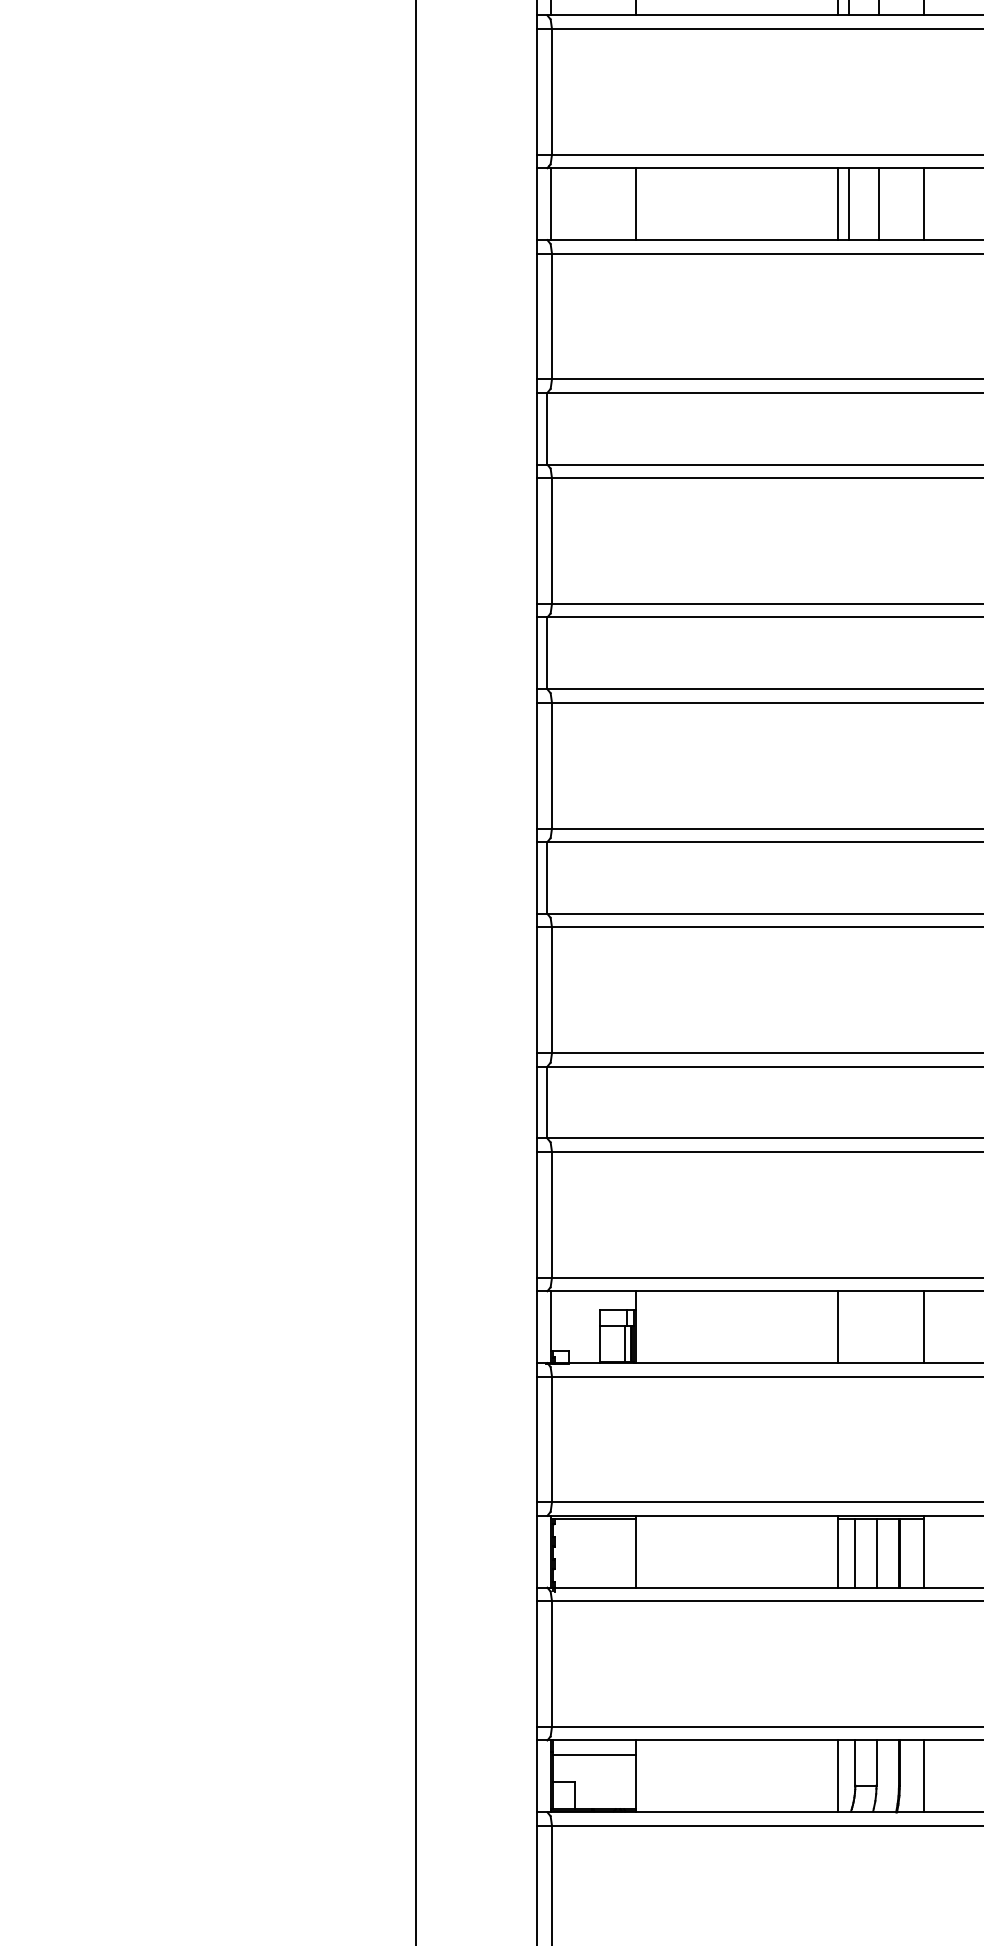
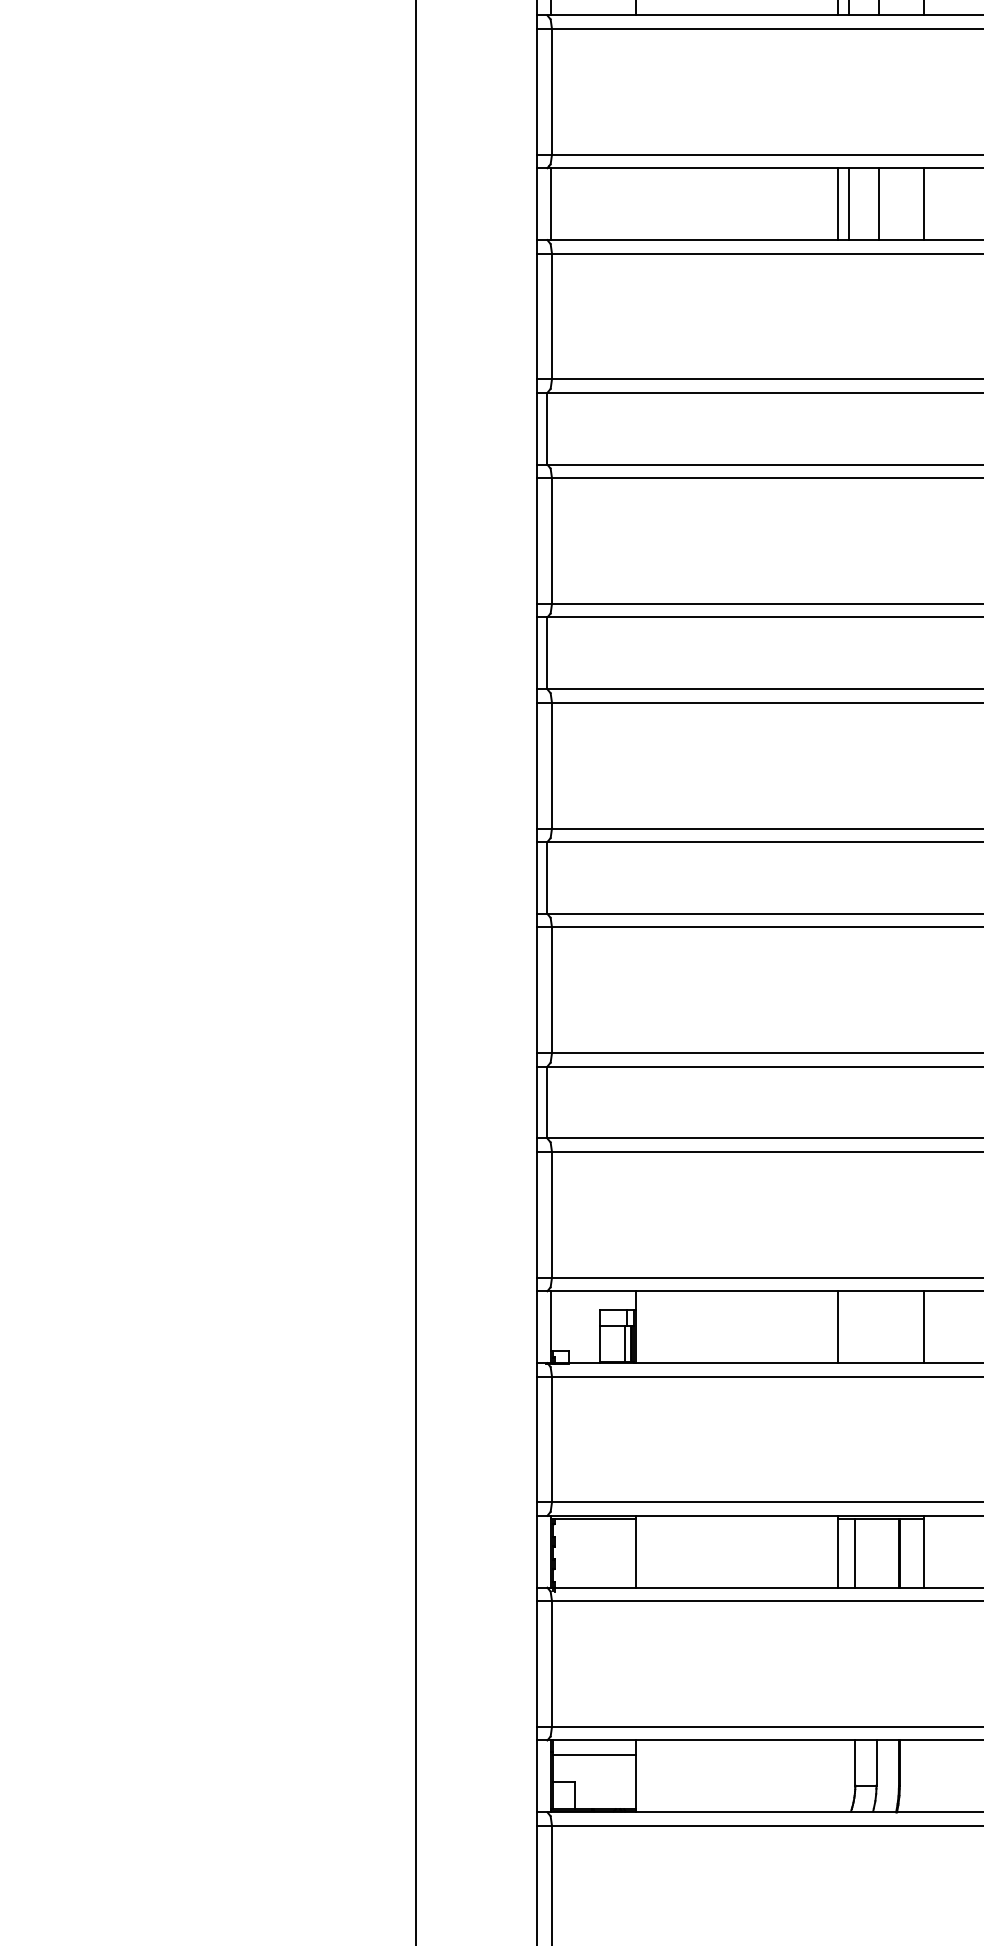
line at (636, 204): present -> none
line at (876, 1553): present -> none
line at (838, 1776): present -> none
line at (923, 1776): present -> none
